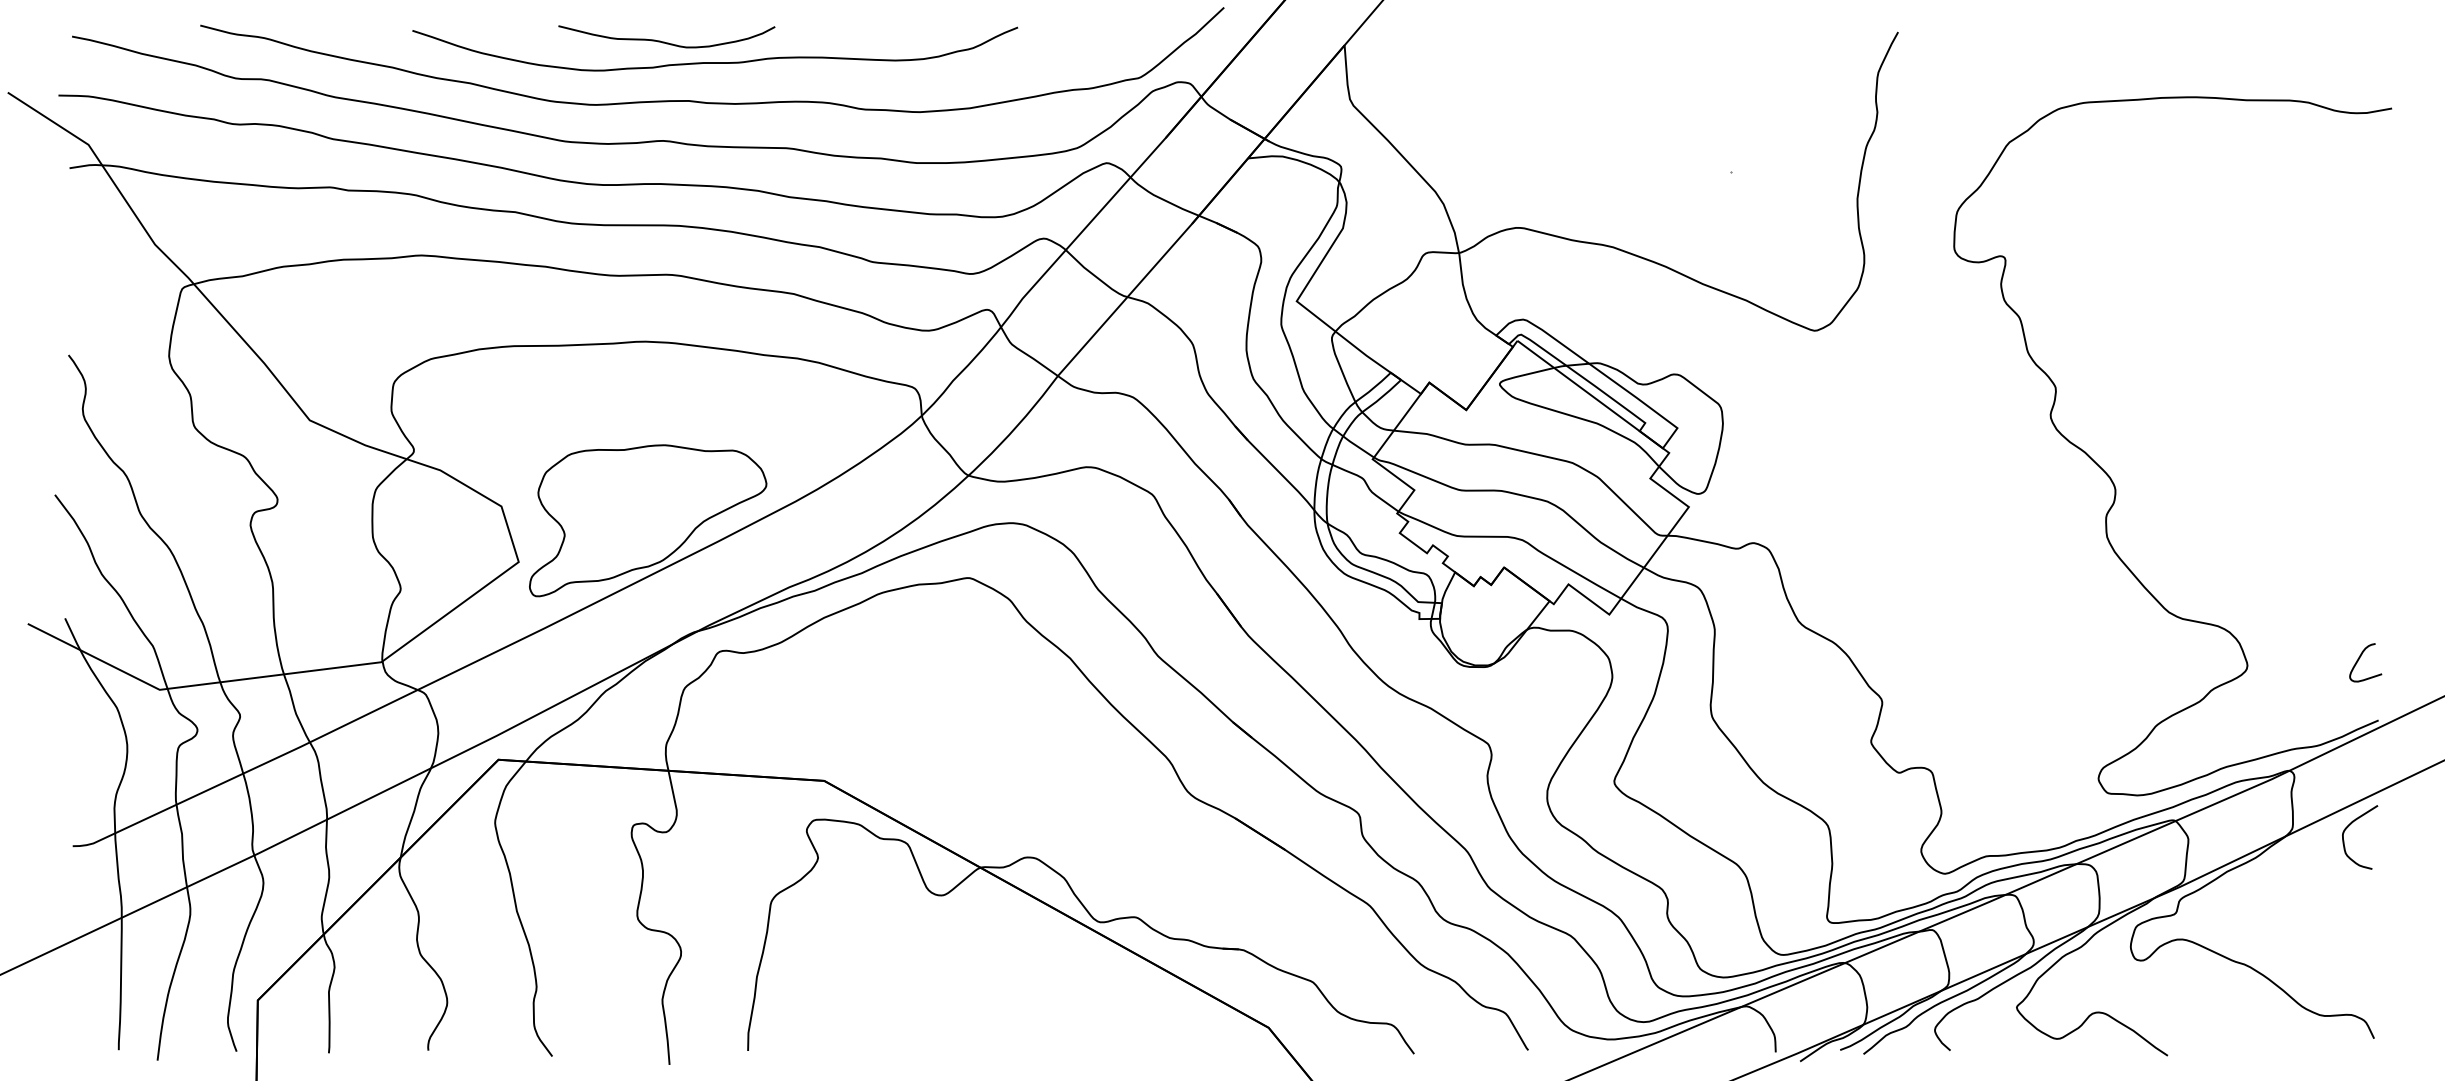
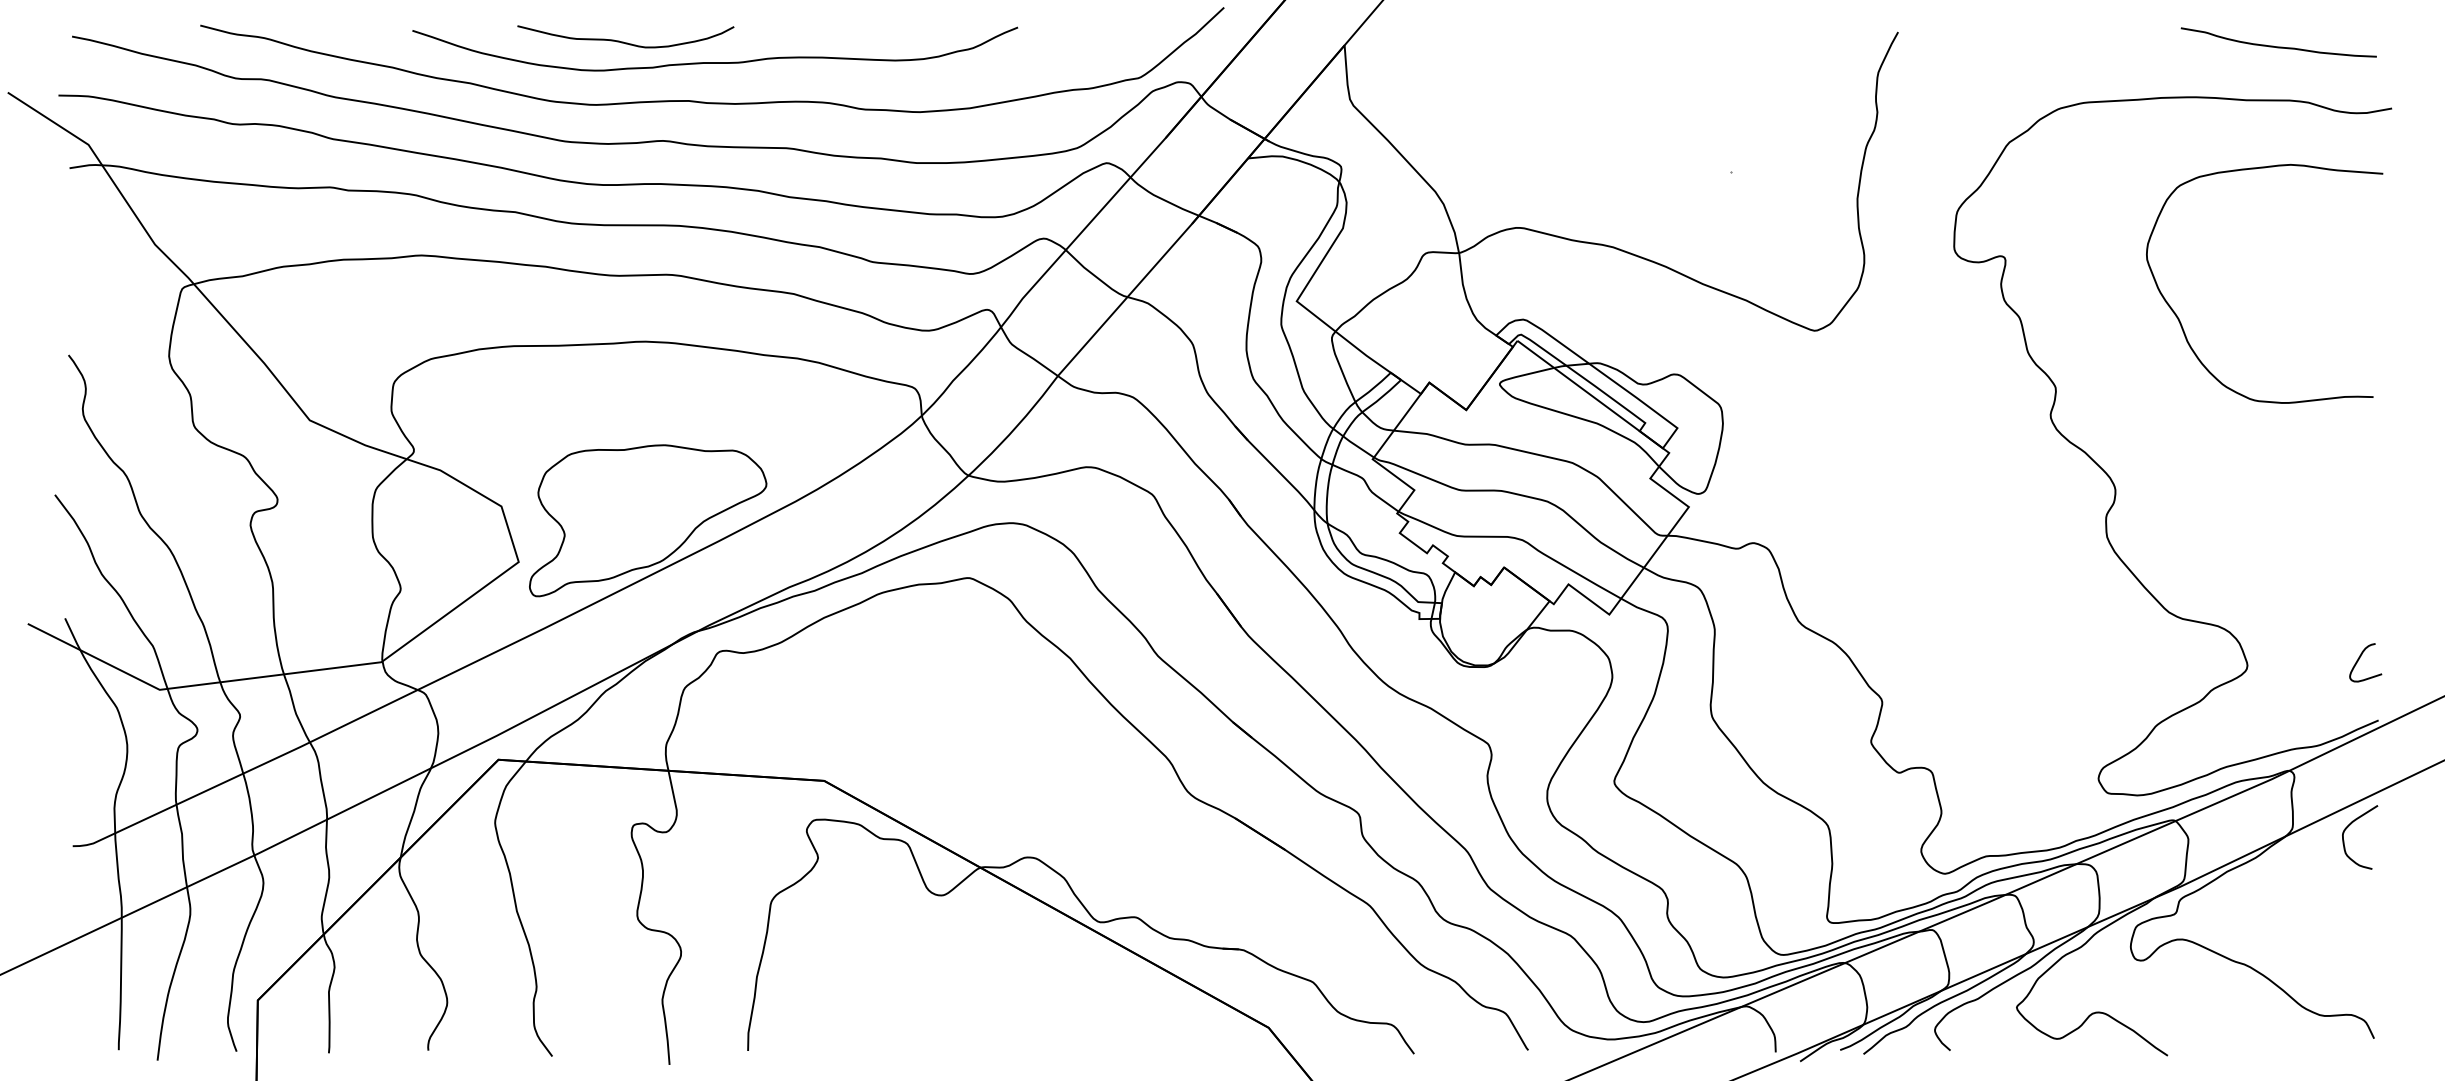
curve at (664, 41) position: (664, 41) -> (623, 41)
curve at (2278, 46): none -> present
curve at (2181, 322): none -> present
